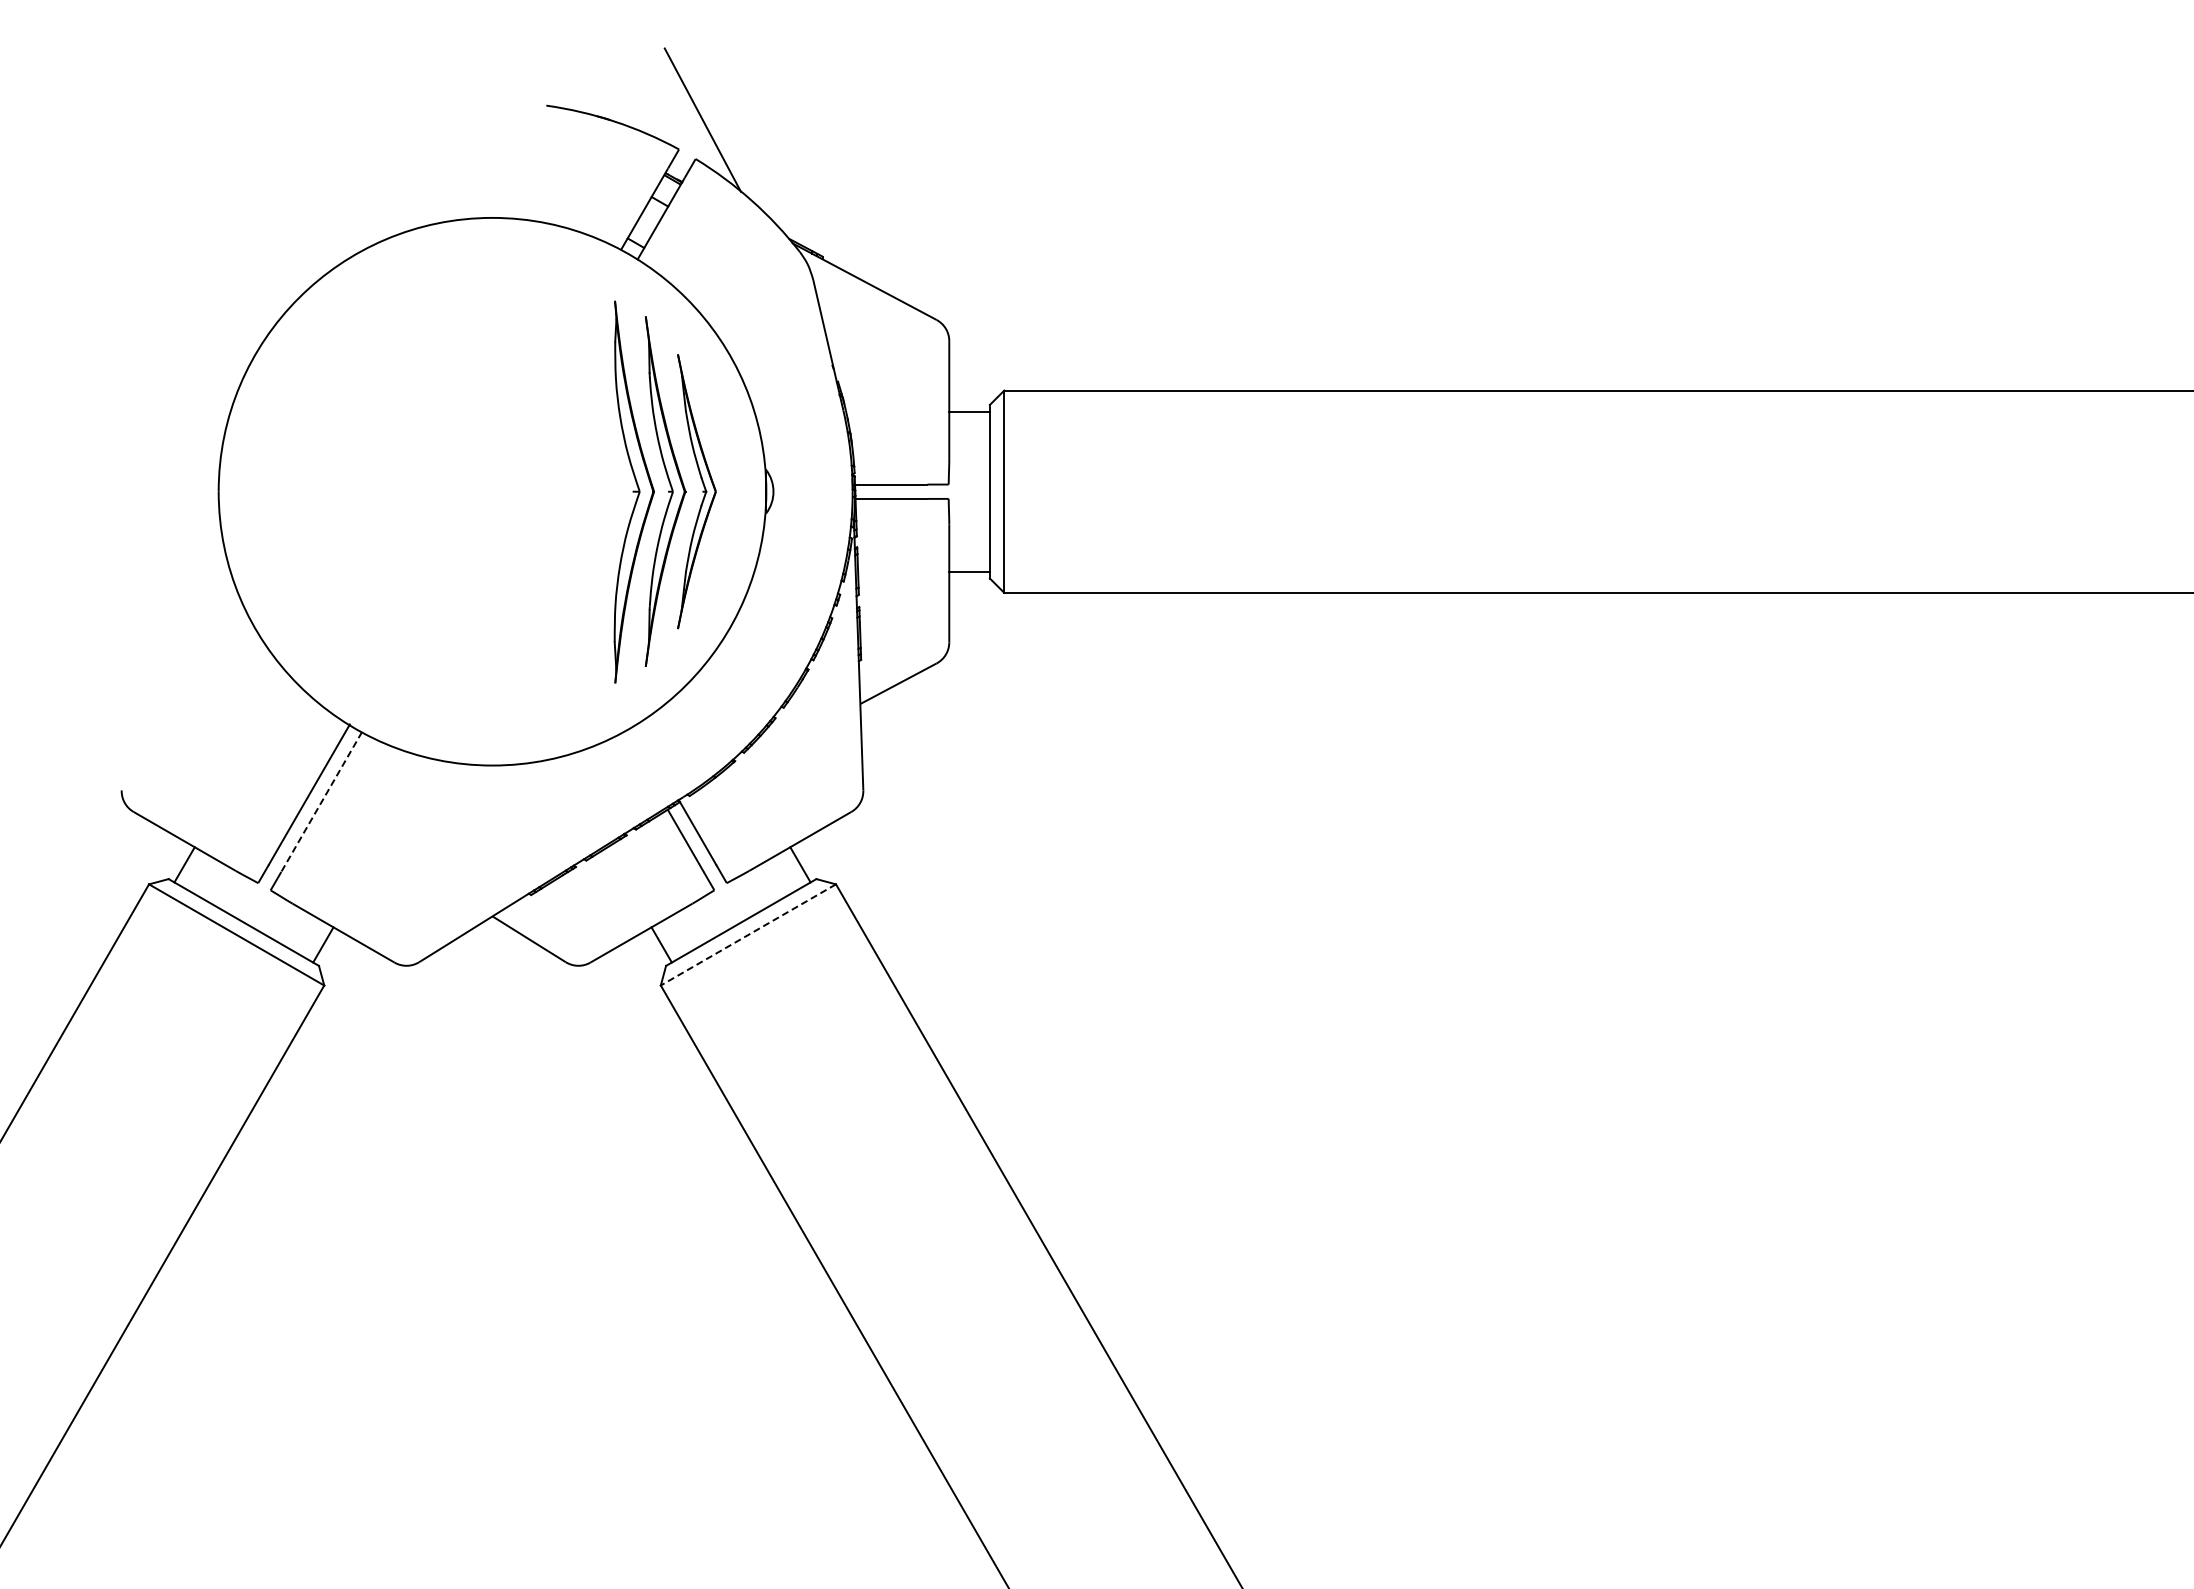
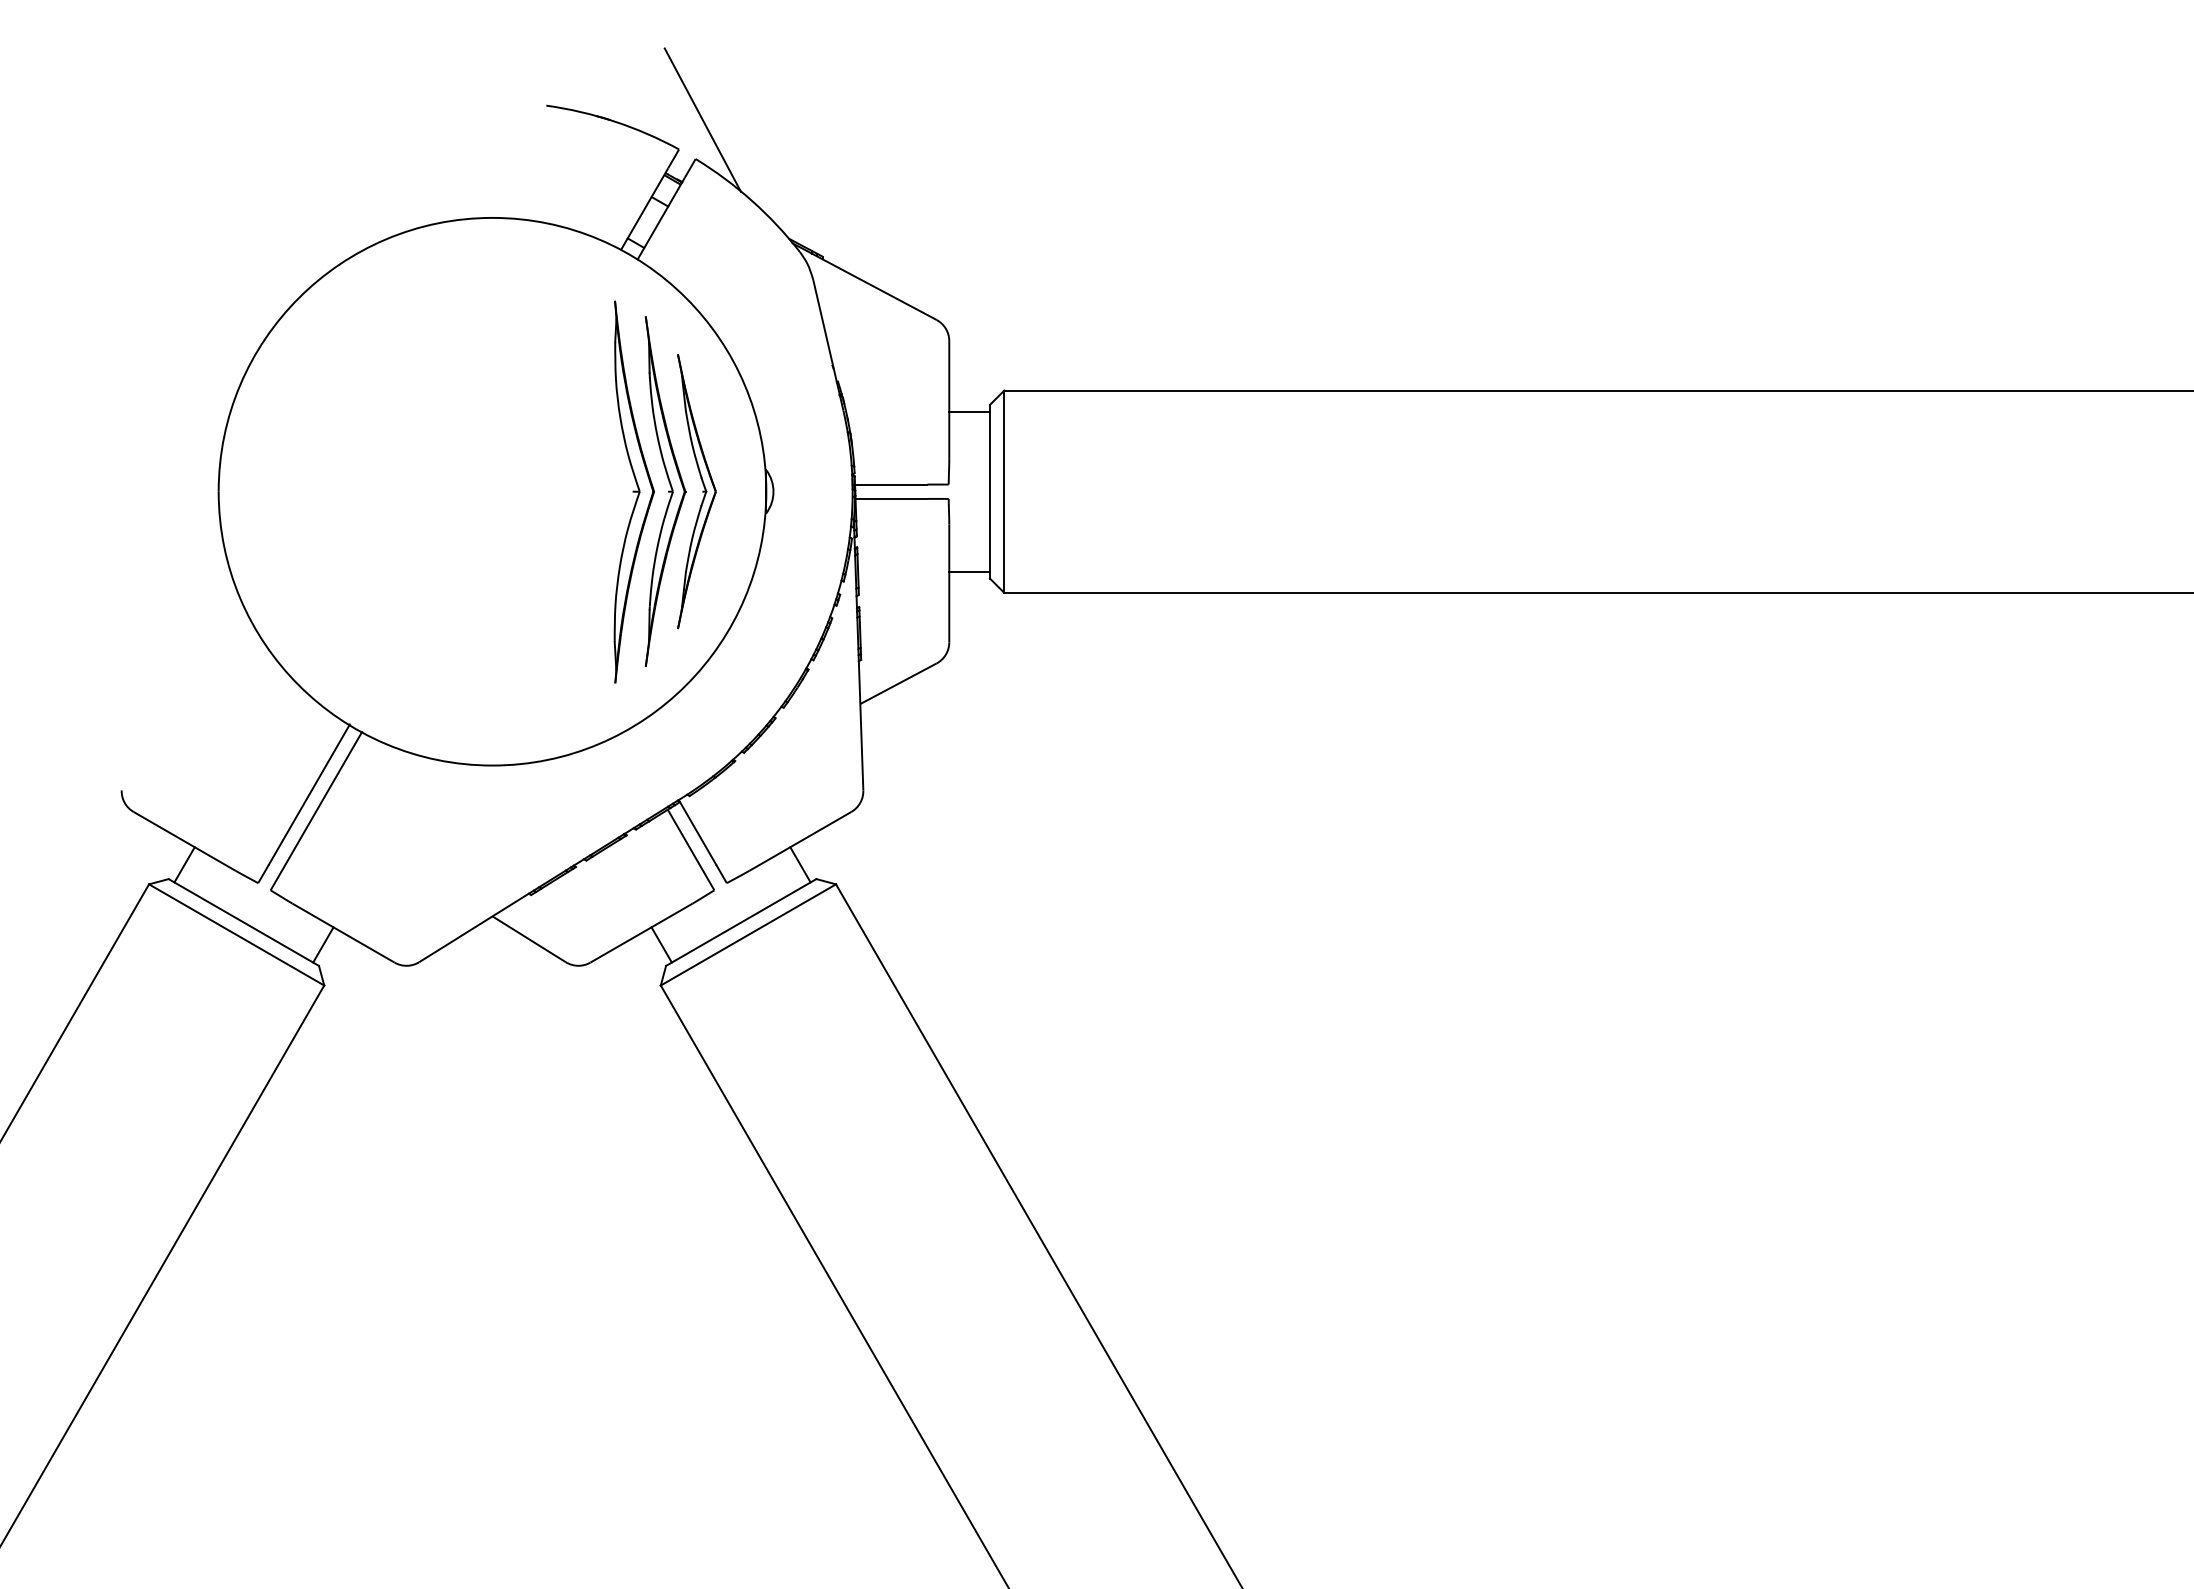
line at (321, 802): dashed -> solid
line at (748, 935): dashed -> solid
